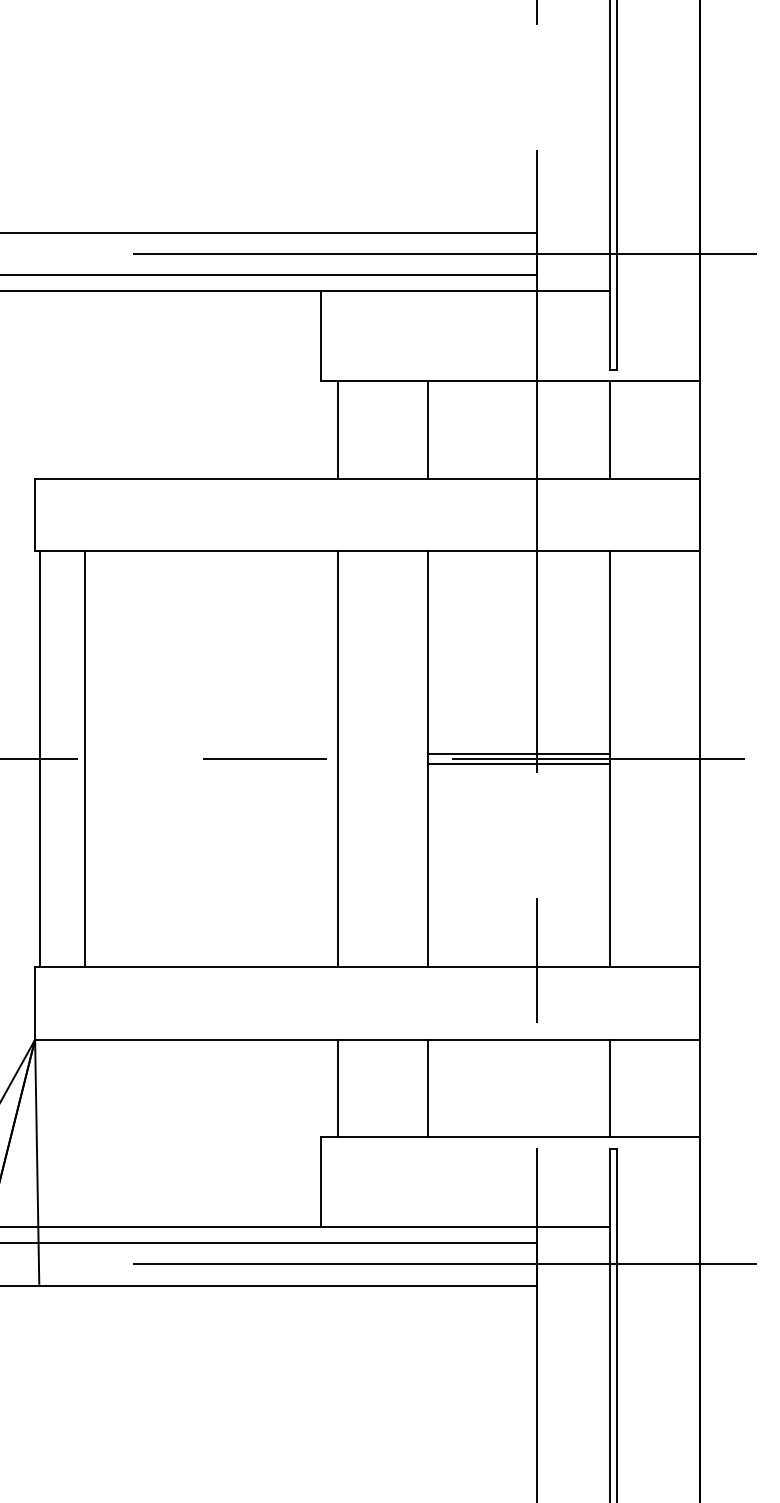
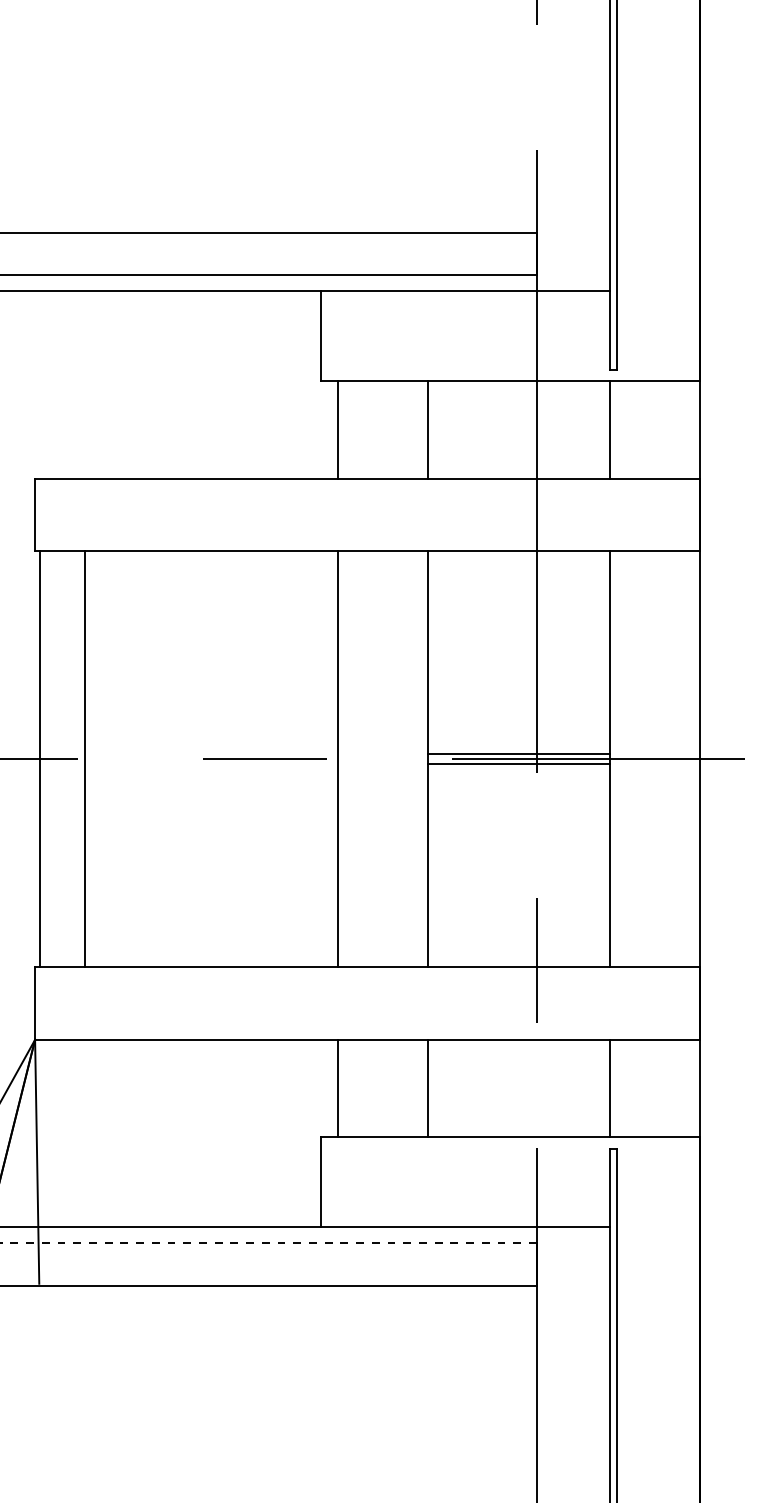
line at (414, 254): present -> none
line at (267, 1242): solid -> dashed
line at (414, 1264): present -> none
